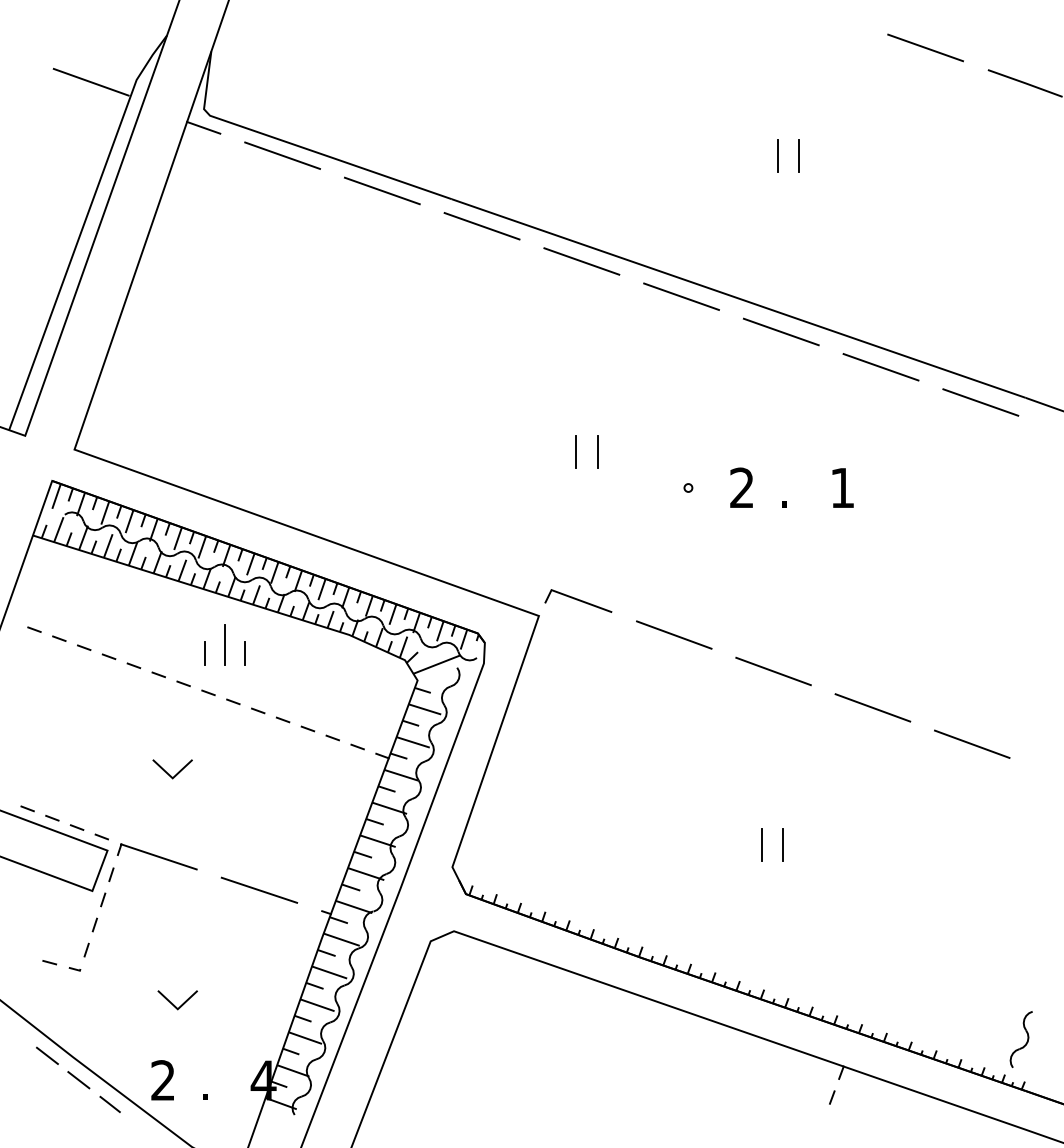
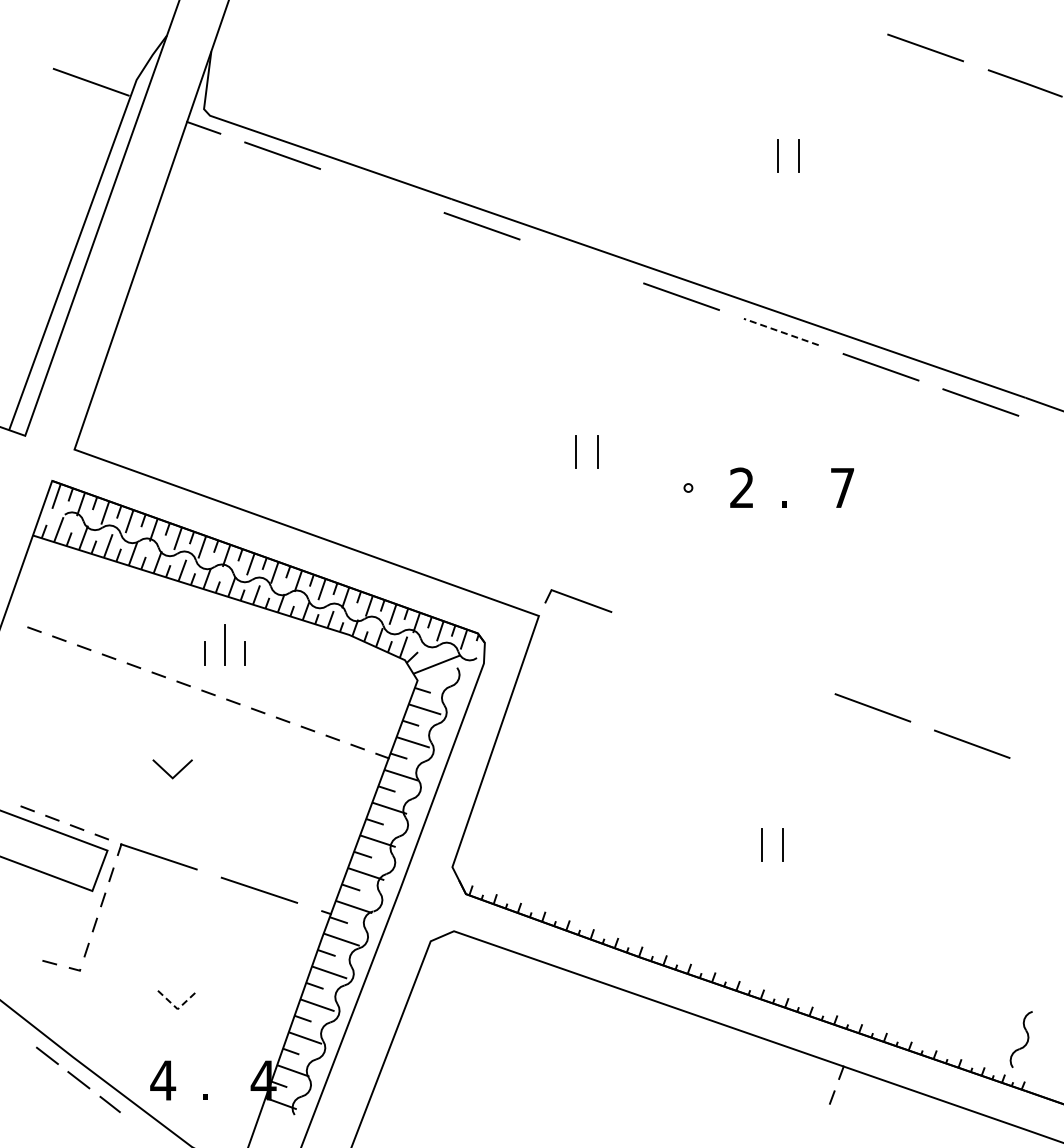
line at (381, 190): present -> none
line at (581, 261): present -> none
line at (781, 332): solid -> dashed
text at (842, 487): 1 -> 7
line at (674, 634): present -> none
line at (773, 671): present -> none
line at (177, 1009): solid -> dashed
text at (163, 1080): 2 -> 4
